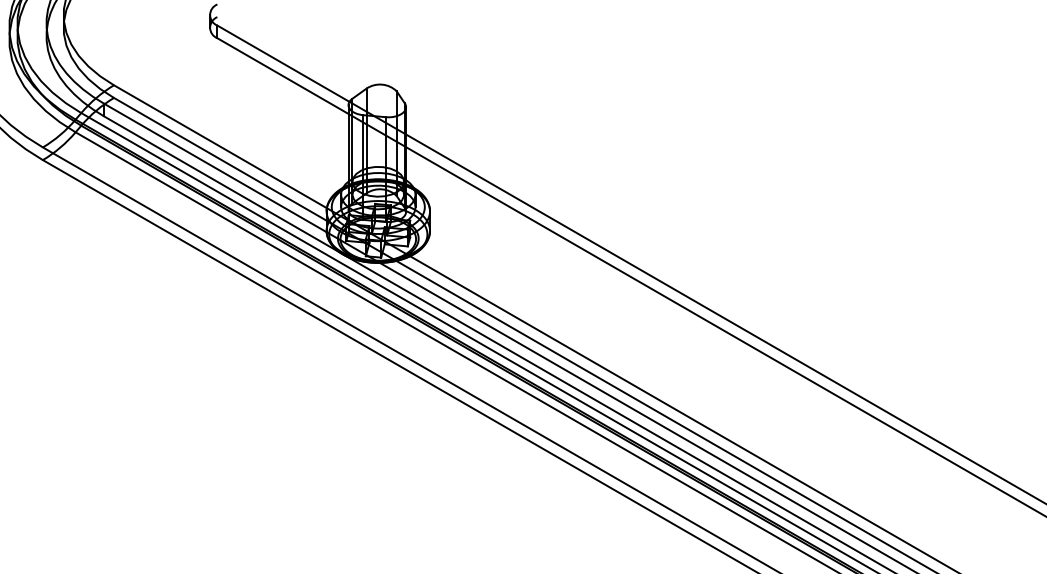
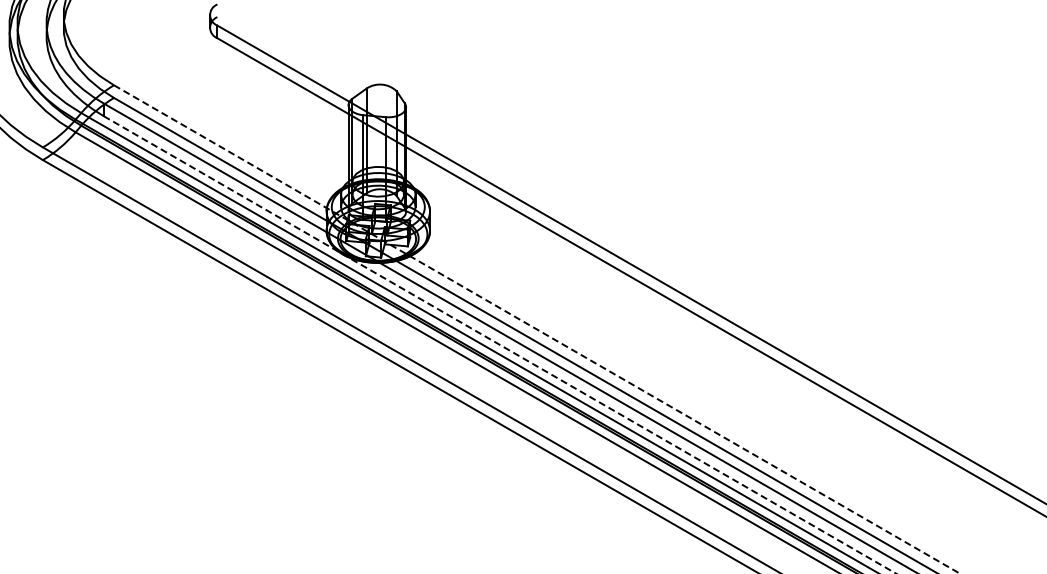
line at (537, 329): solid -> dashed
line at (499, 344): solid -> dashed
